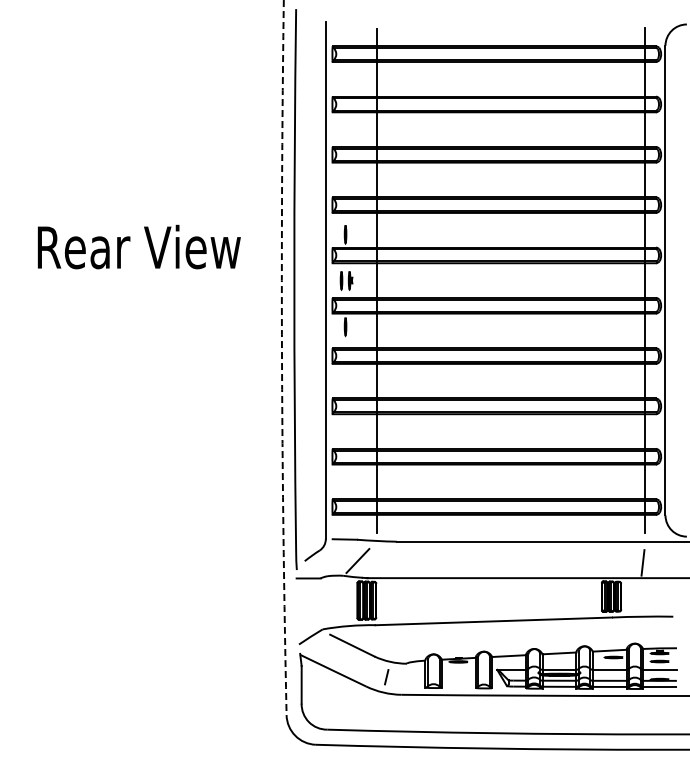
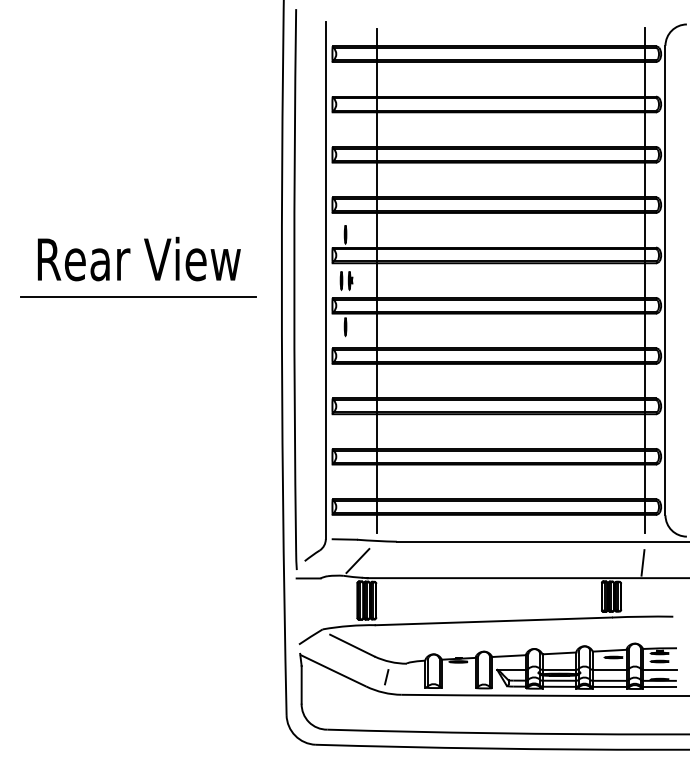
text at (139, 246) position: (139, 246) -> (139, 258)
line at (137, 297): none -> present
arc at (282, 358): dashed -> solid
